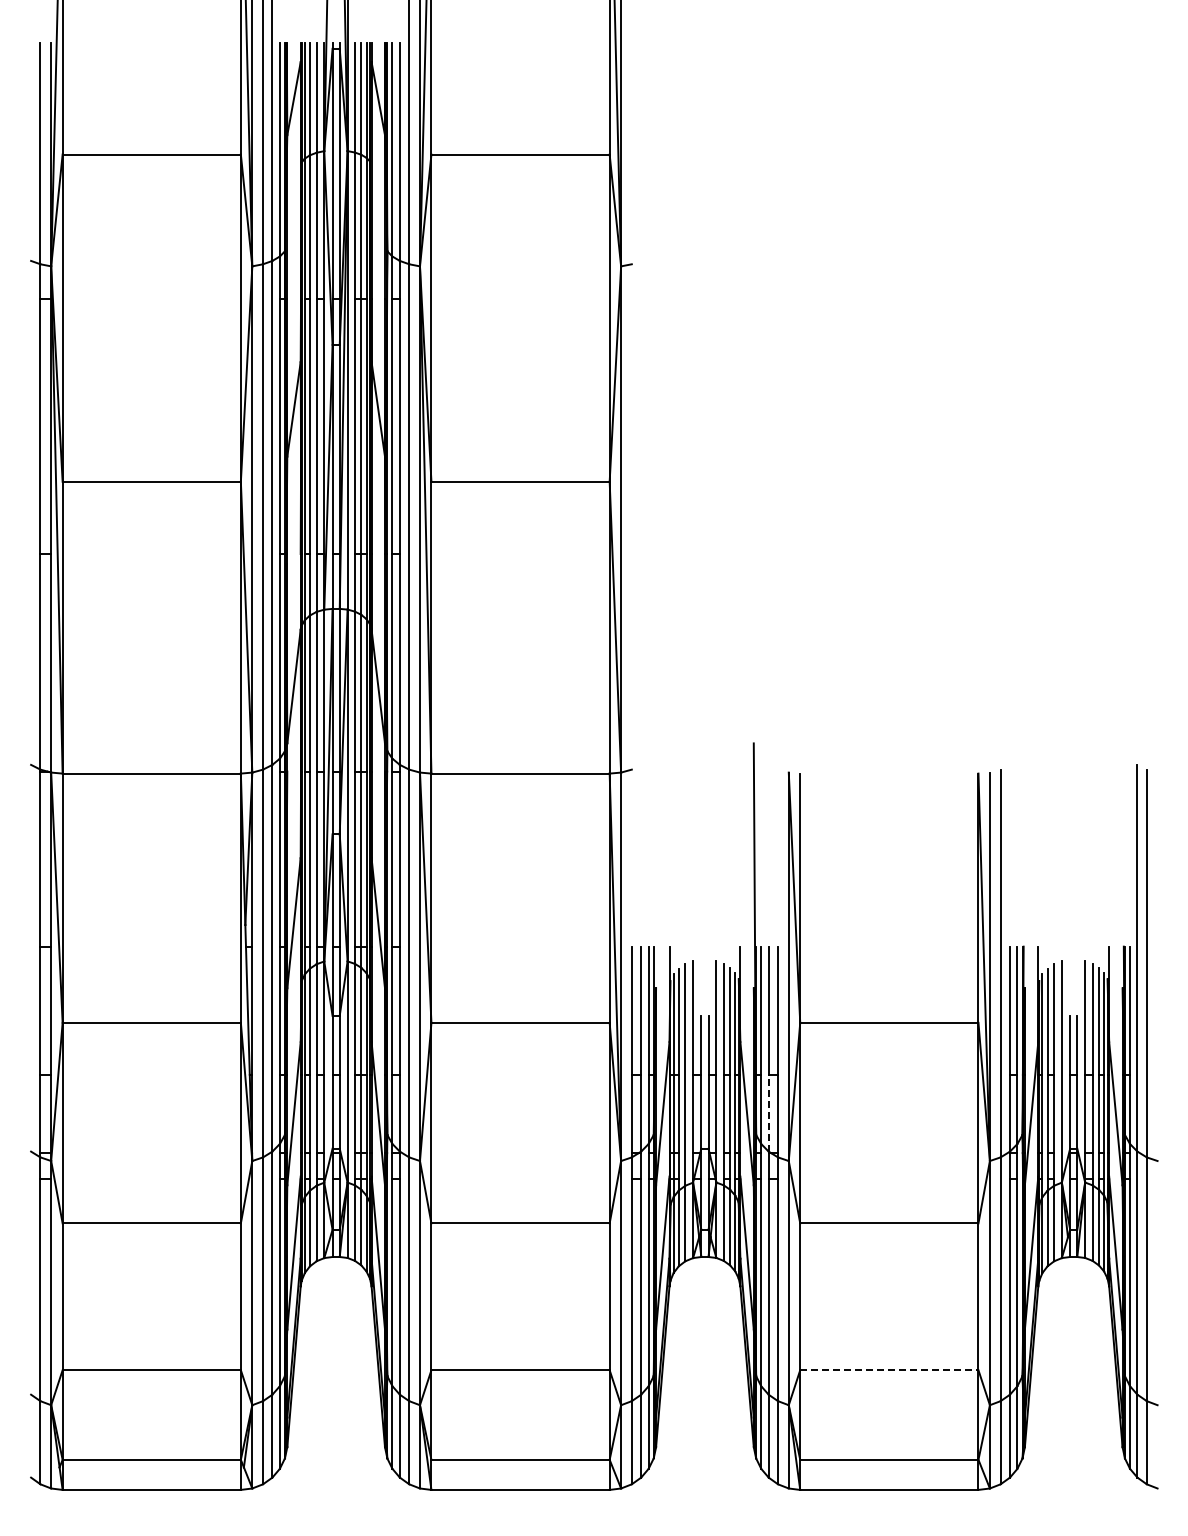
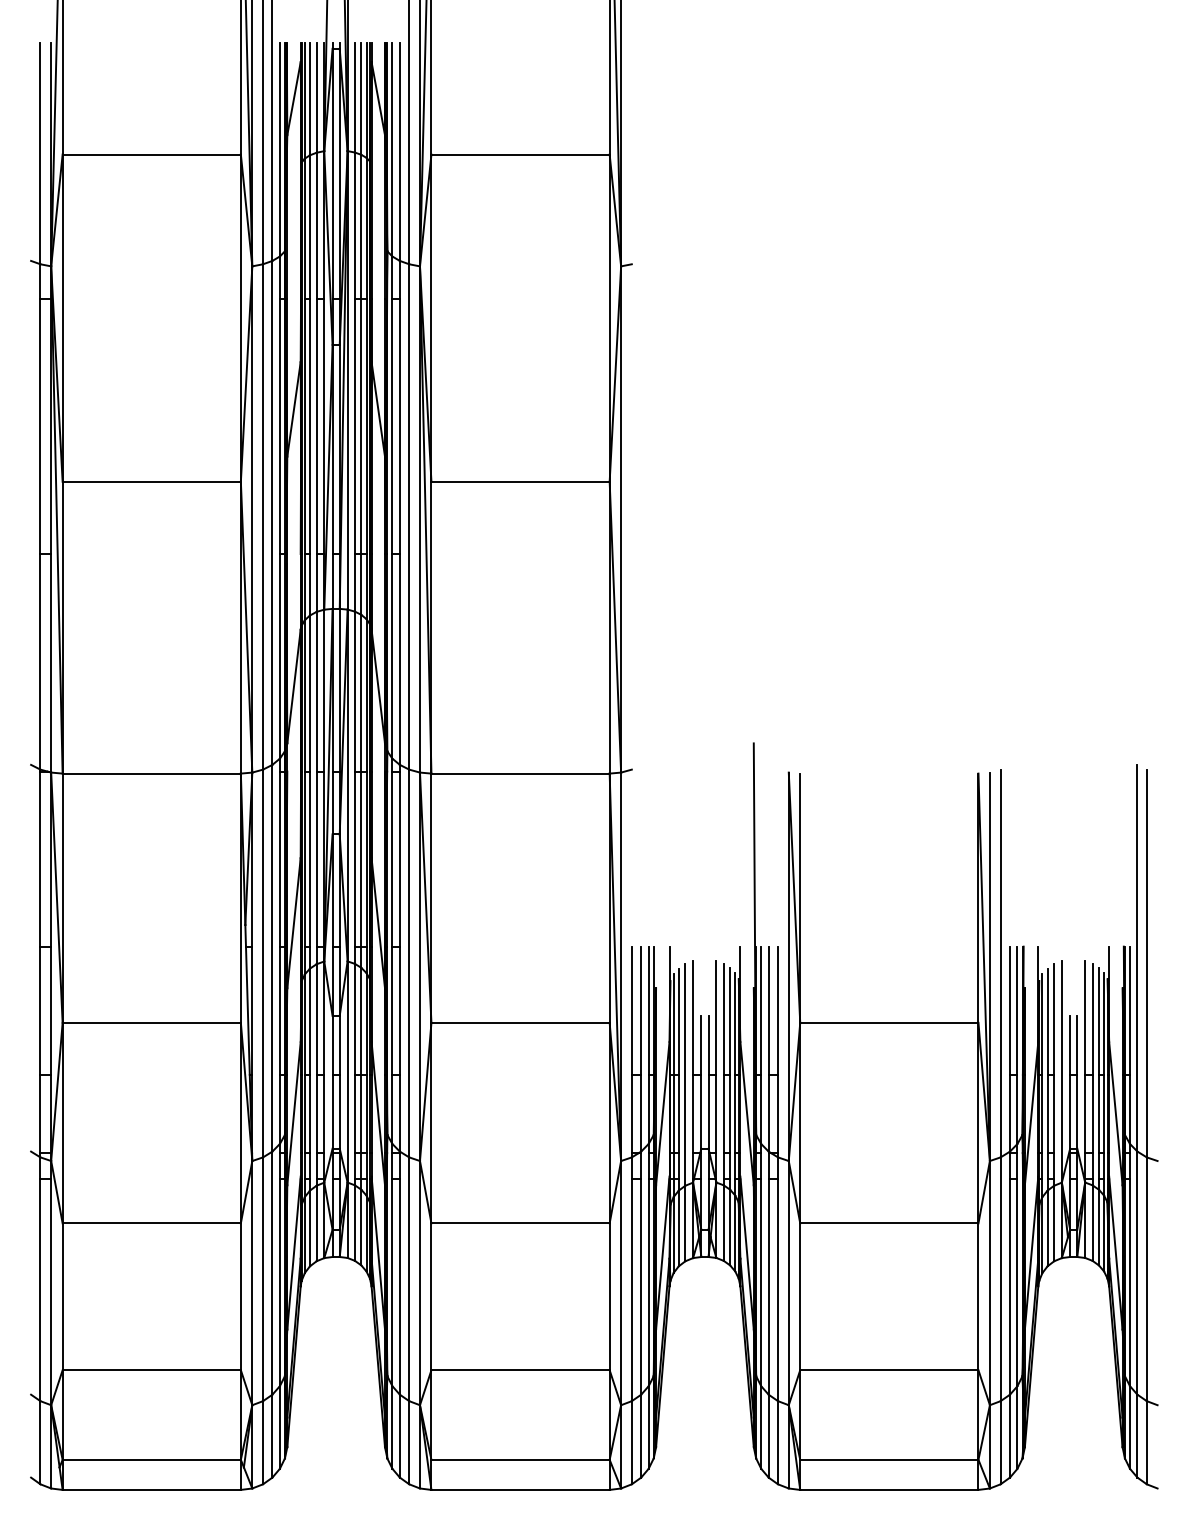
line at (768, 1112): dashed -> solid
line at (889, 1370): dashed -> solid
